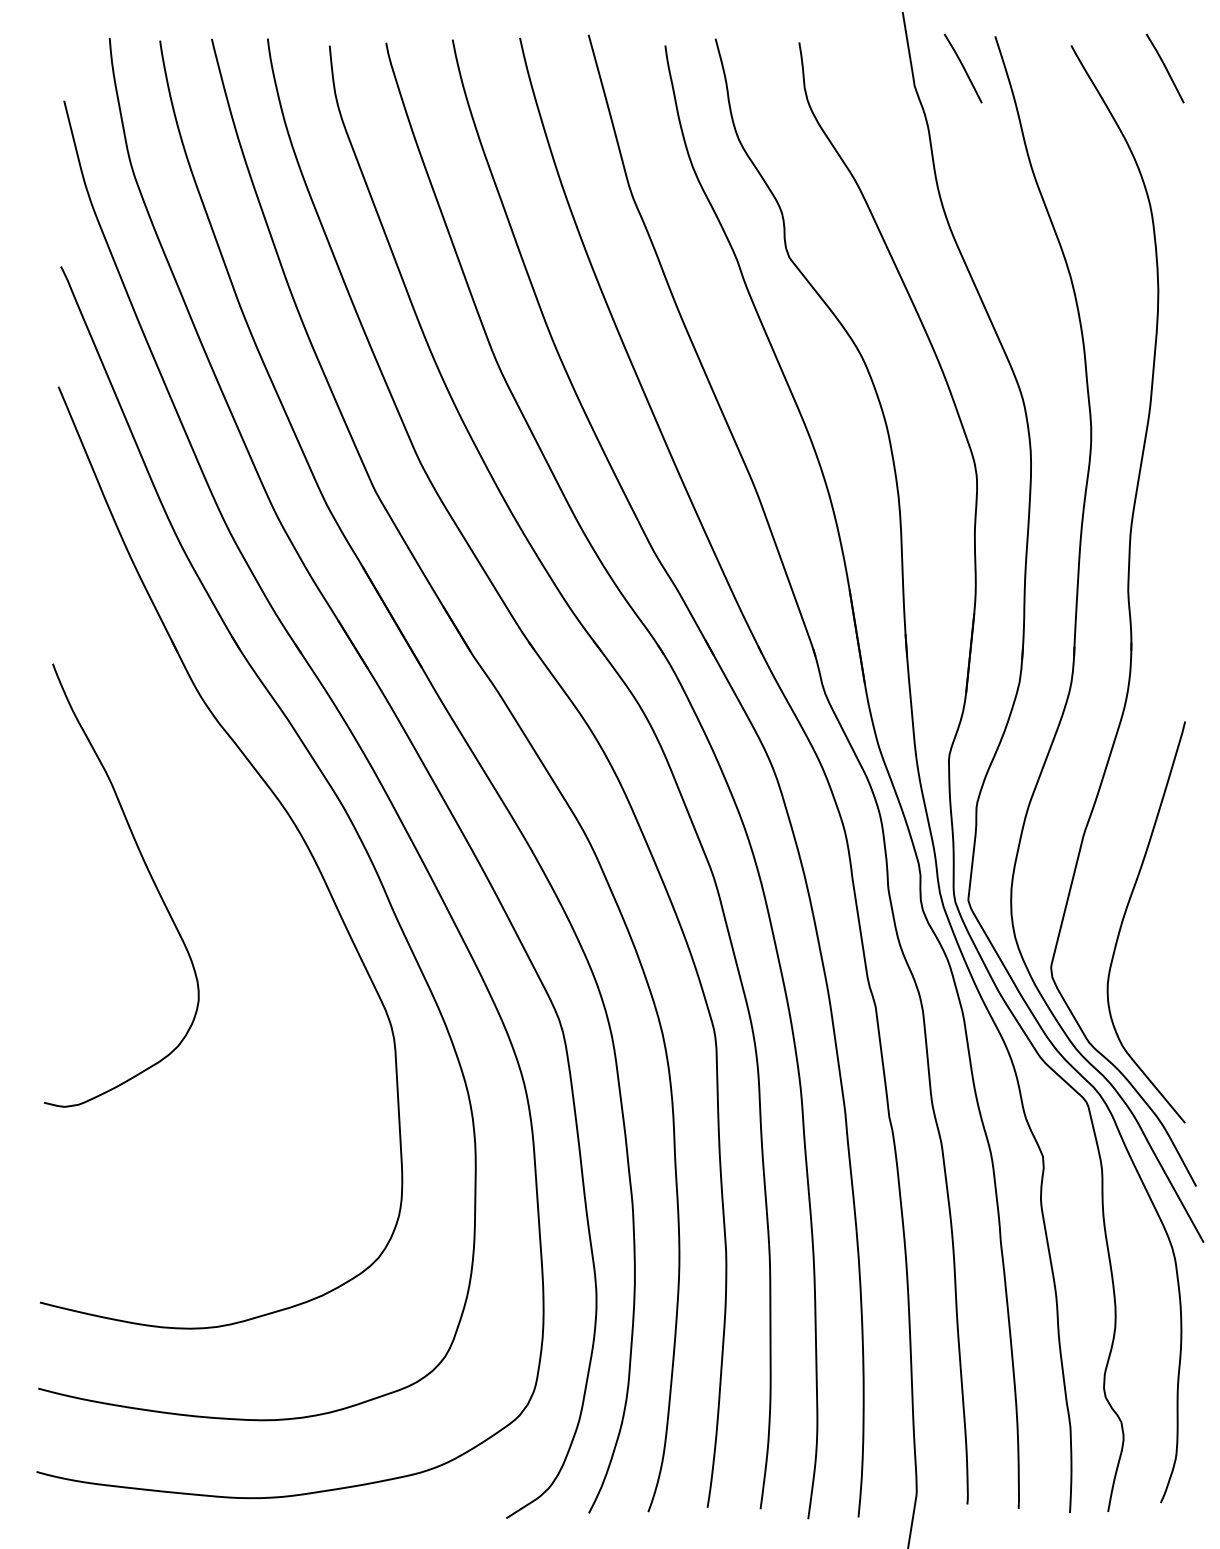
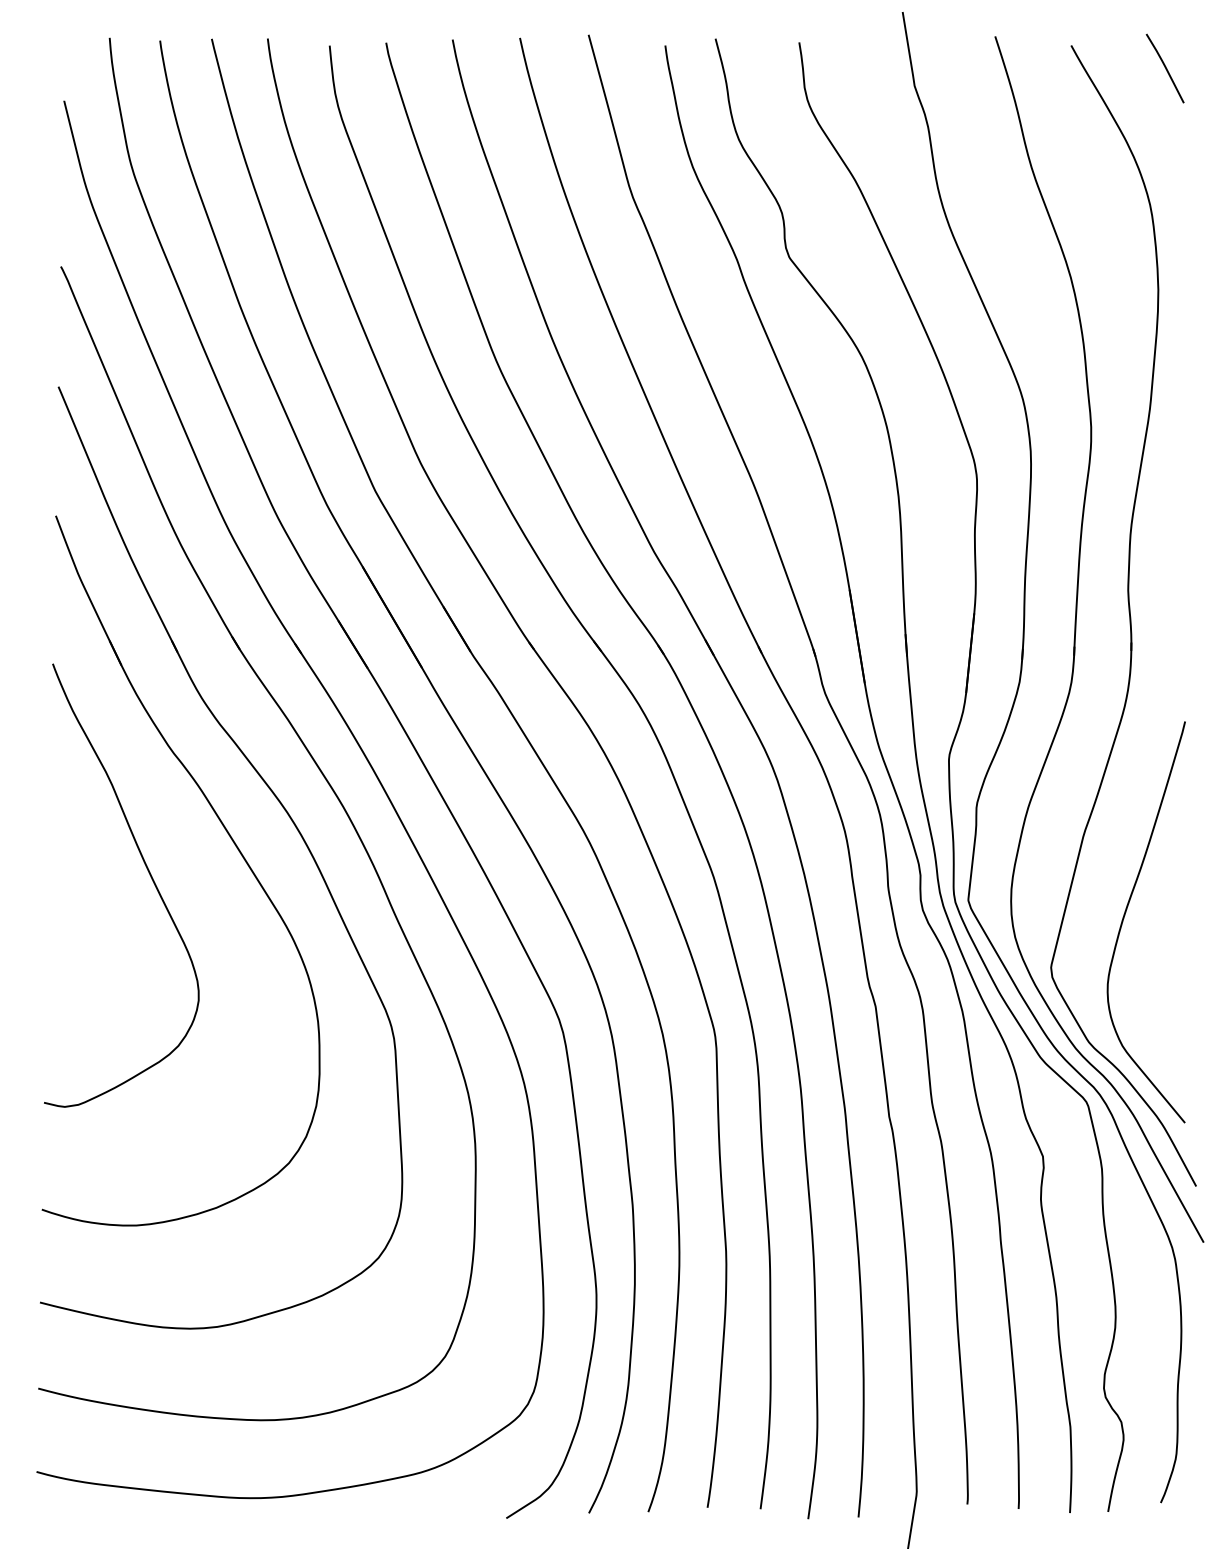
curve at (962, 67): present -> none
part at (231, 840): none -> present
